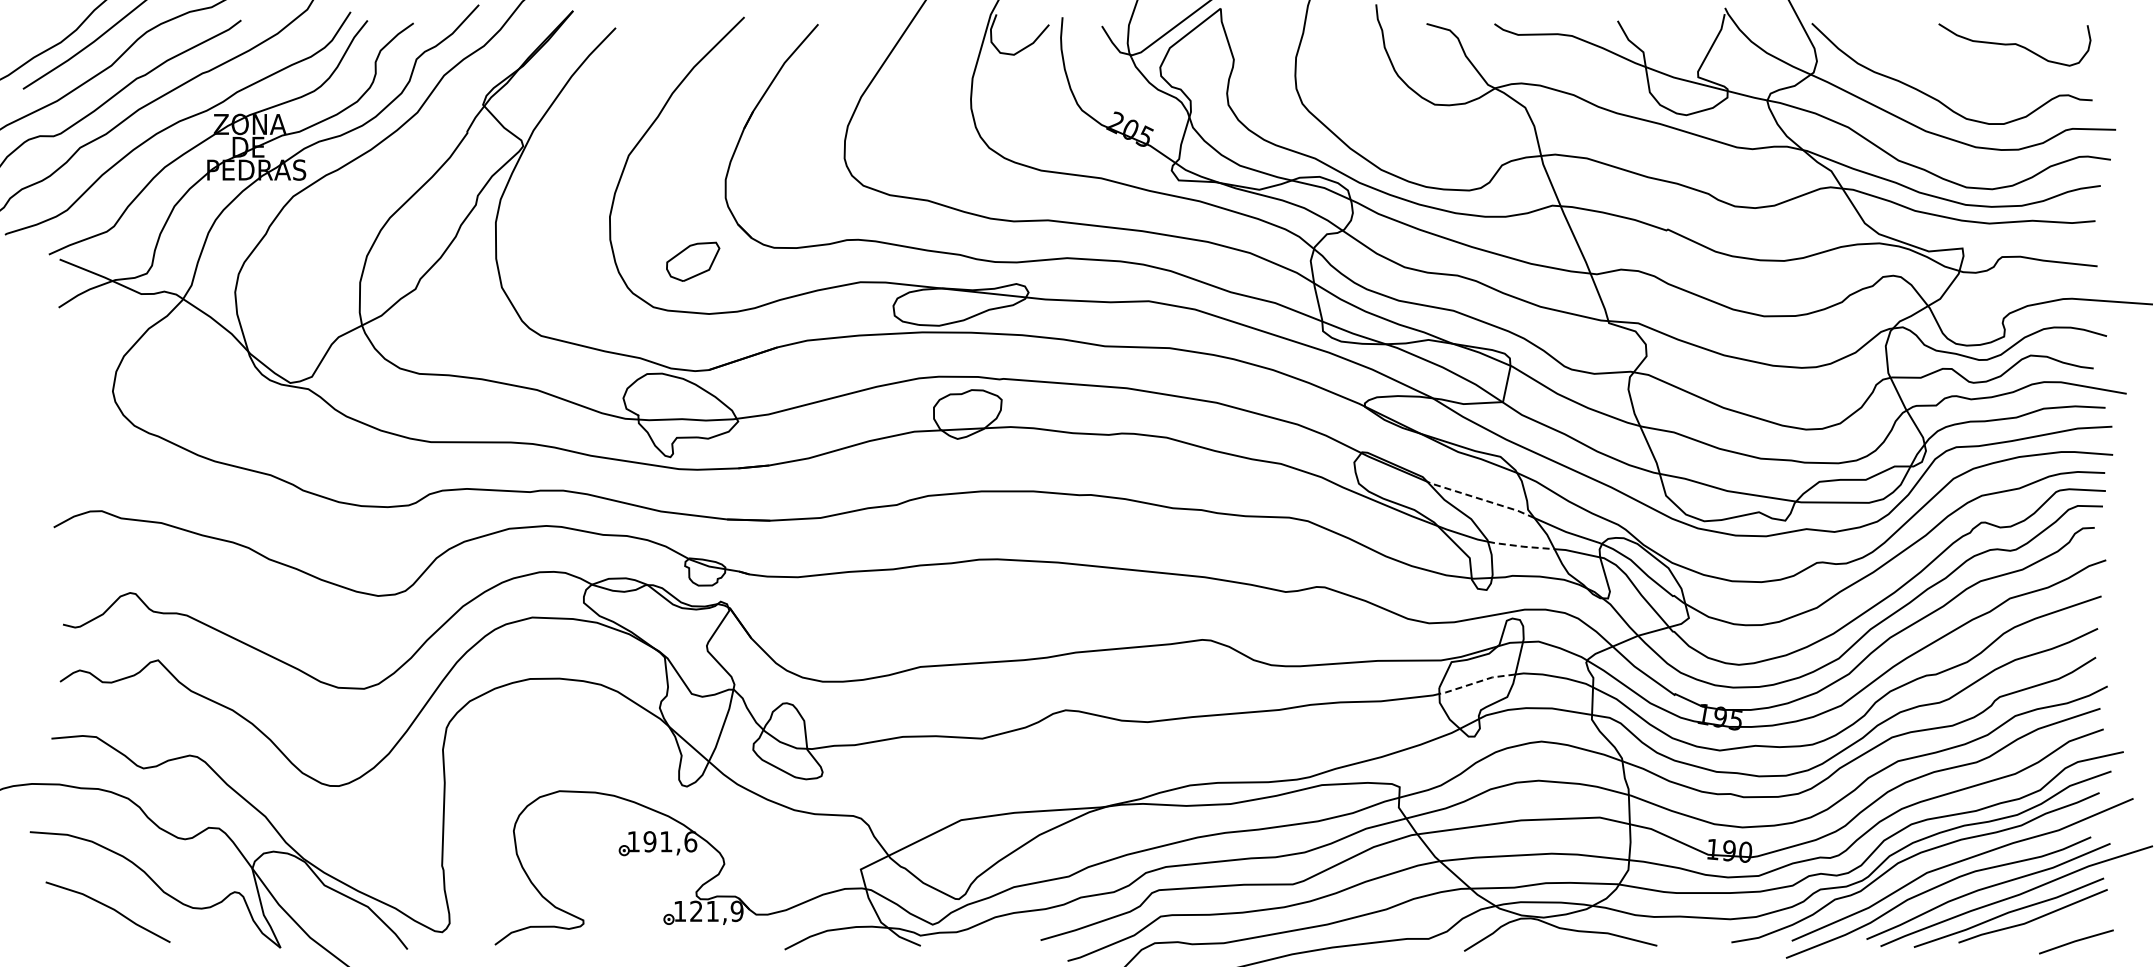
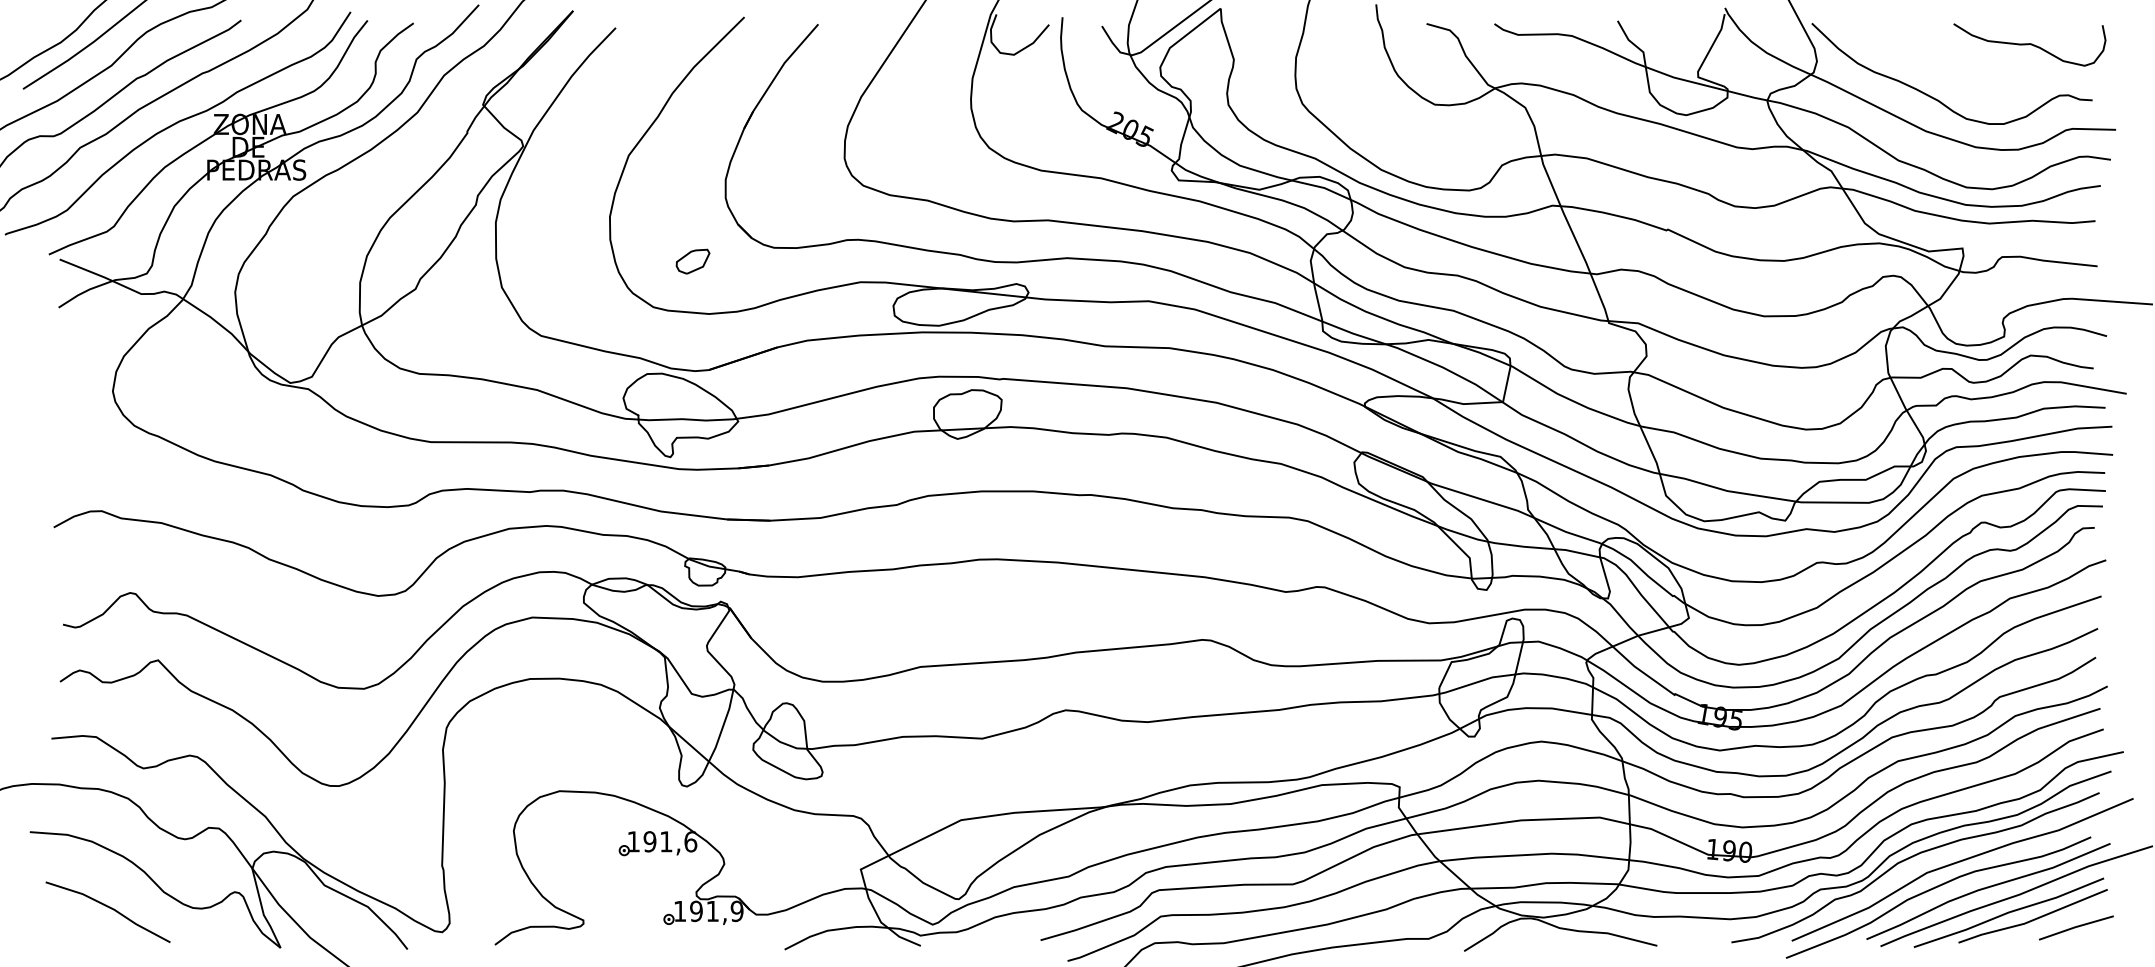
curve at (2014, 44) position: (2014, 44) -> (2029, 44)
part at (693, 261) size: 55x41 px -> 36x27 px
line at (1480, 499): dashed -> solid
line at (1521, 546): dashed -> solid
line at (1476, 682): dashed -> solid
text at (696, 911): 121,9 -> 191,9
line at (2076, 941) position: (2076, 941) -> (2076, 927)
